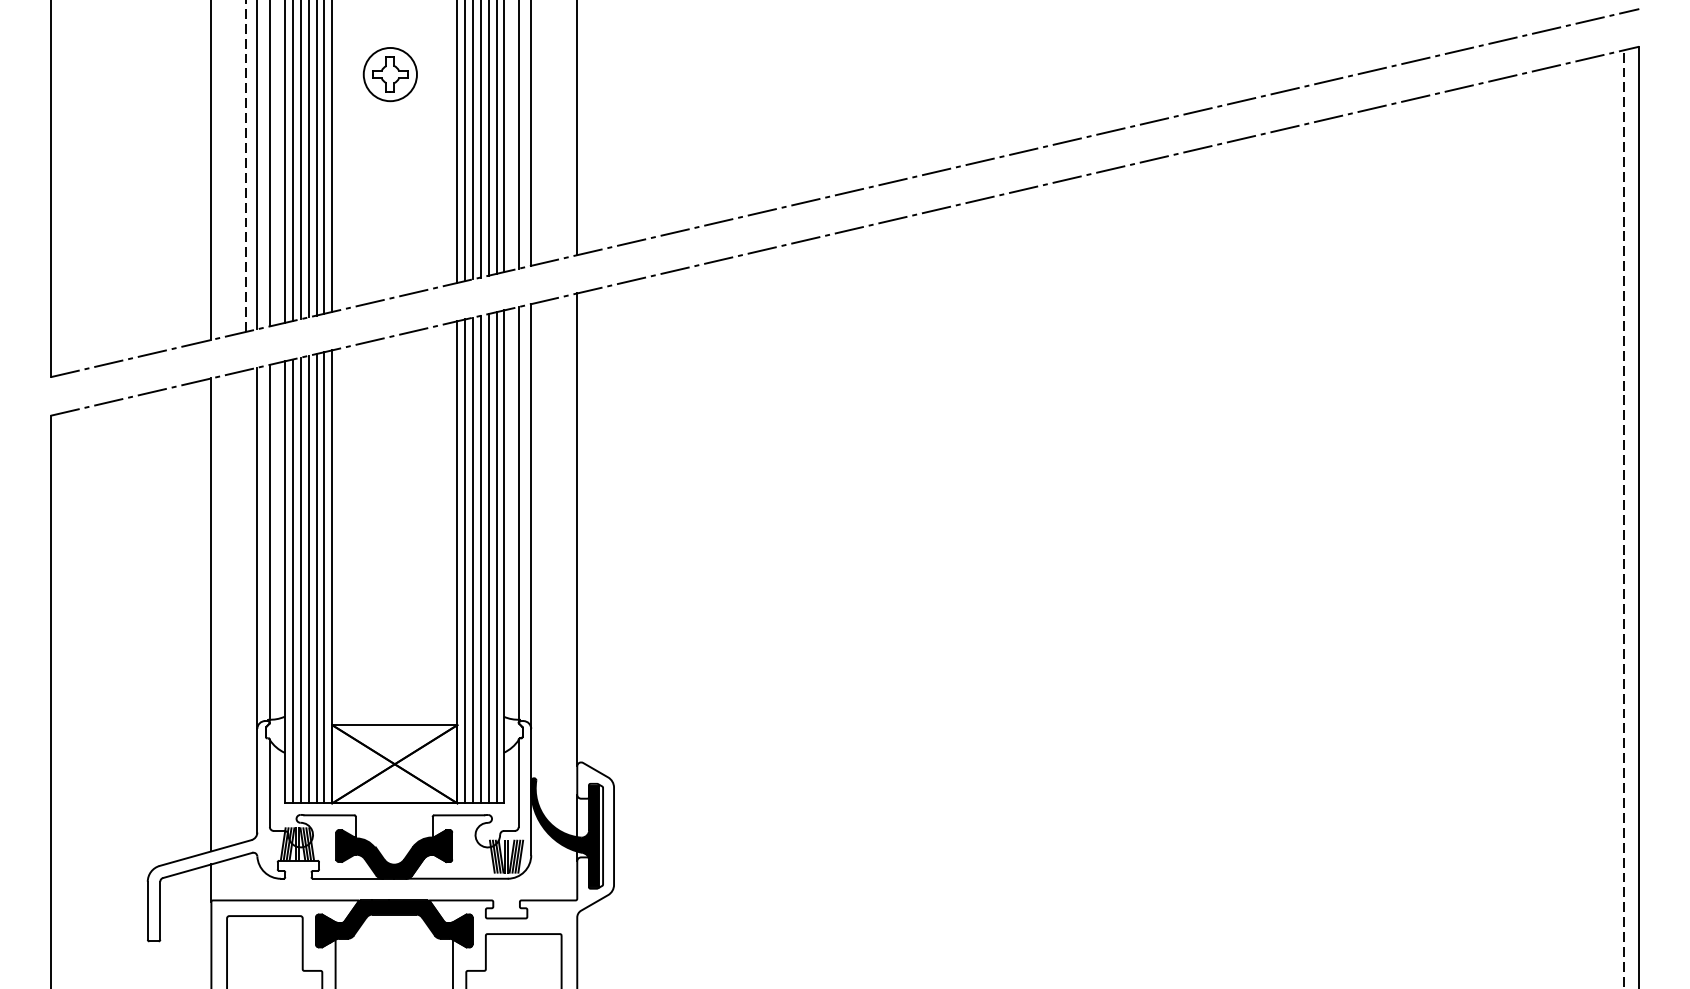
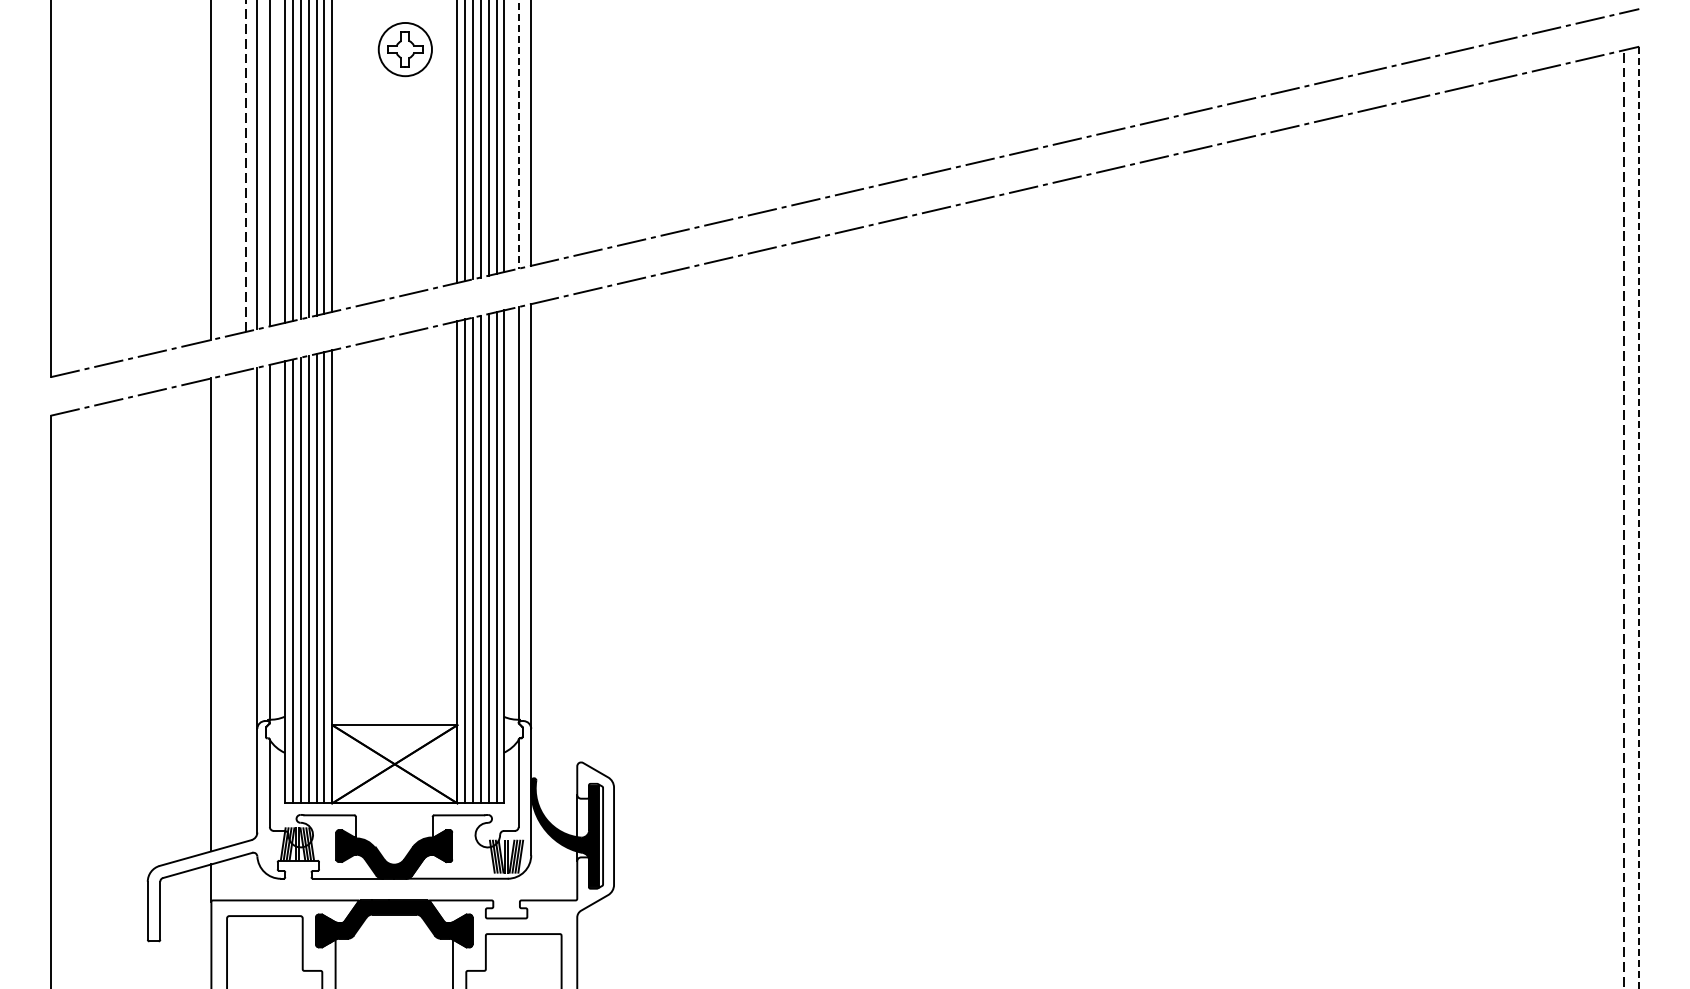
part at (389, 74) position: (389, 74) -> (404, 49)
line at (577, 128): present -> none
line at (518, 134): solid -> dashed
line at (1639, 517): solid -> dashed
line at (577, 529): present -> none
